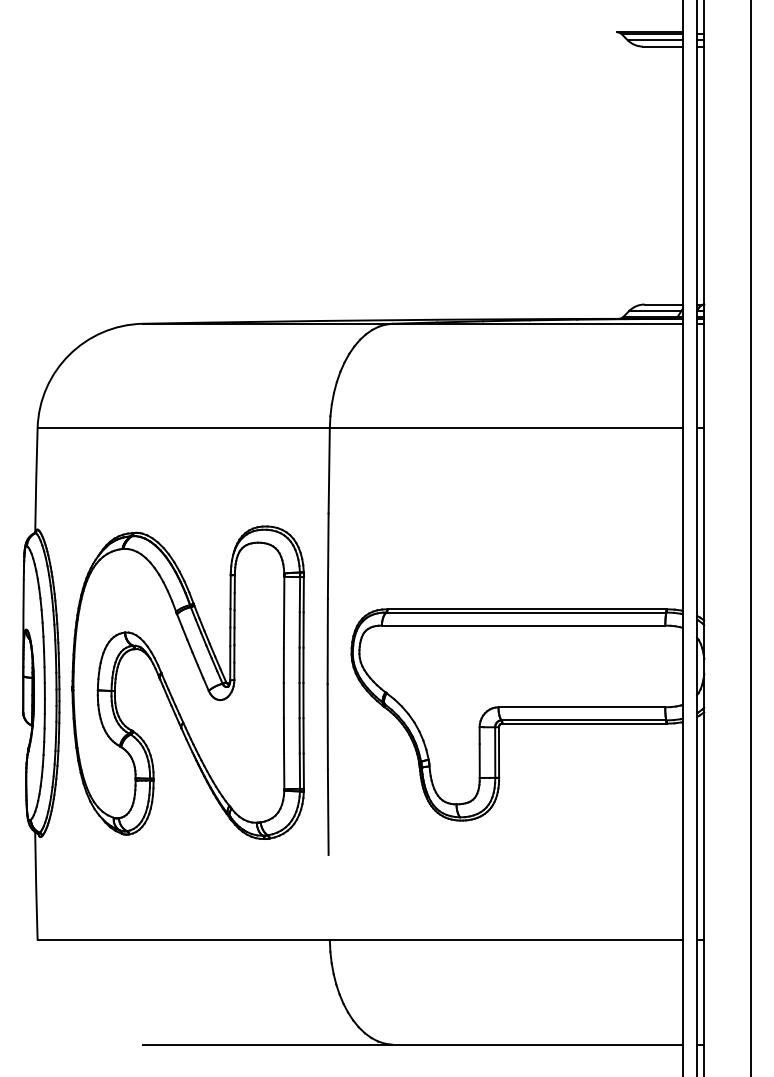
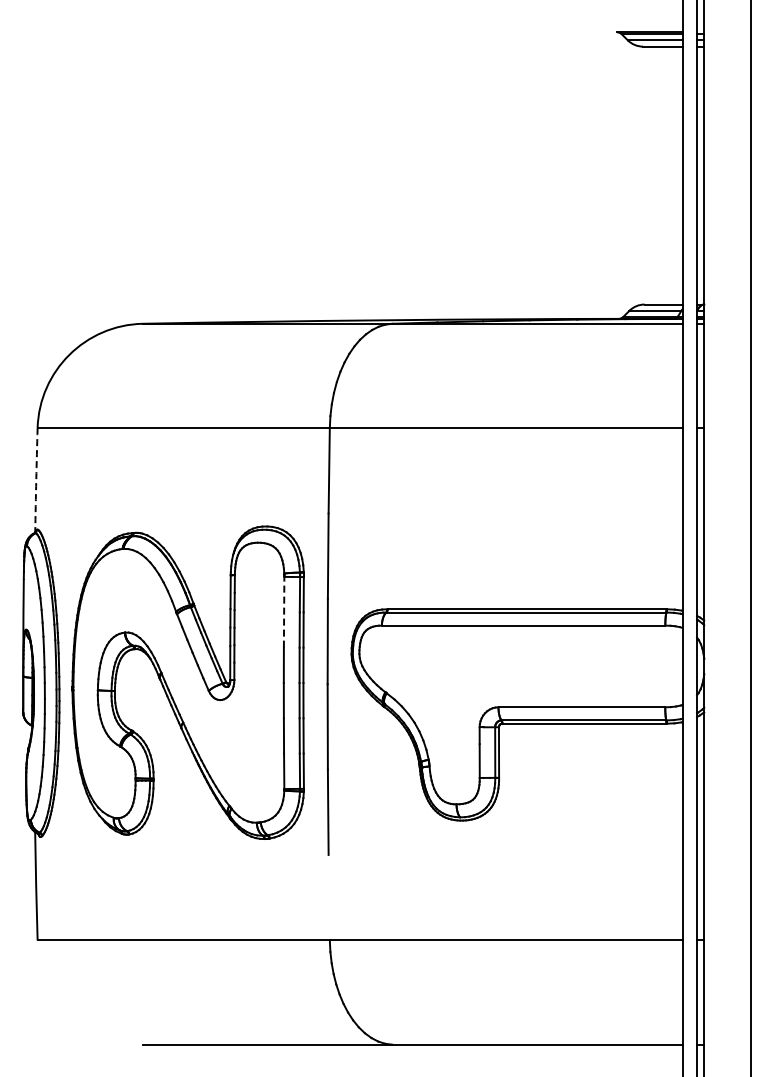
arc at (36, 480): solid -> dashed
line at (284, 611): solid -> dashed
